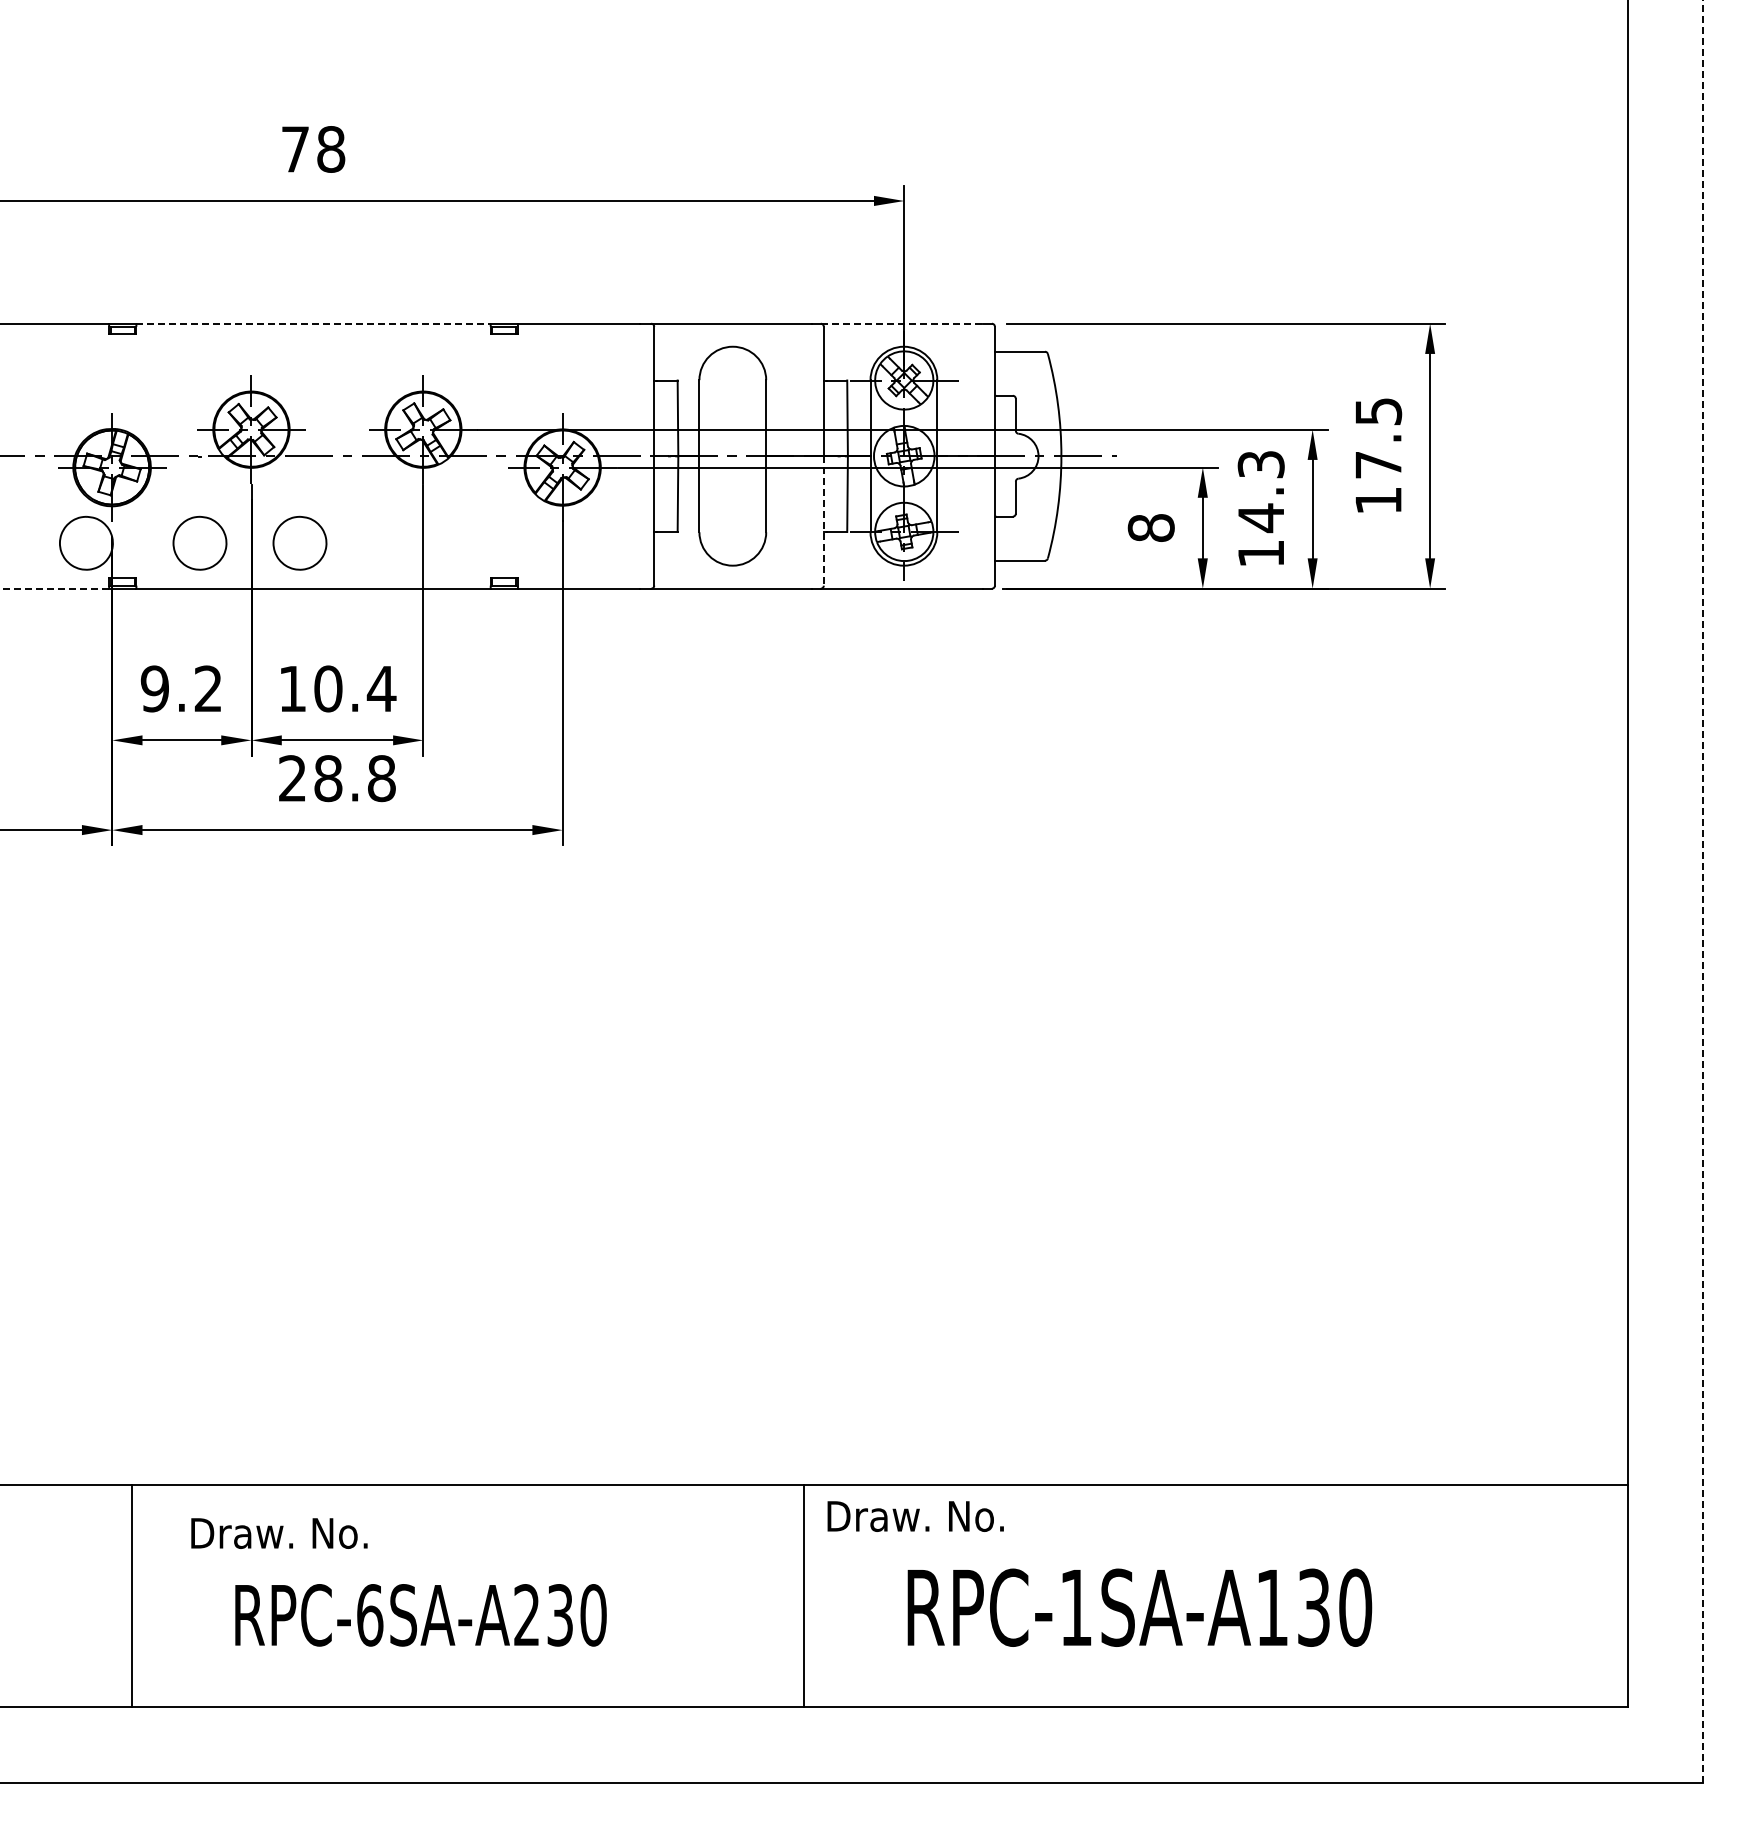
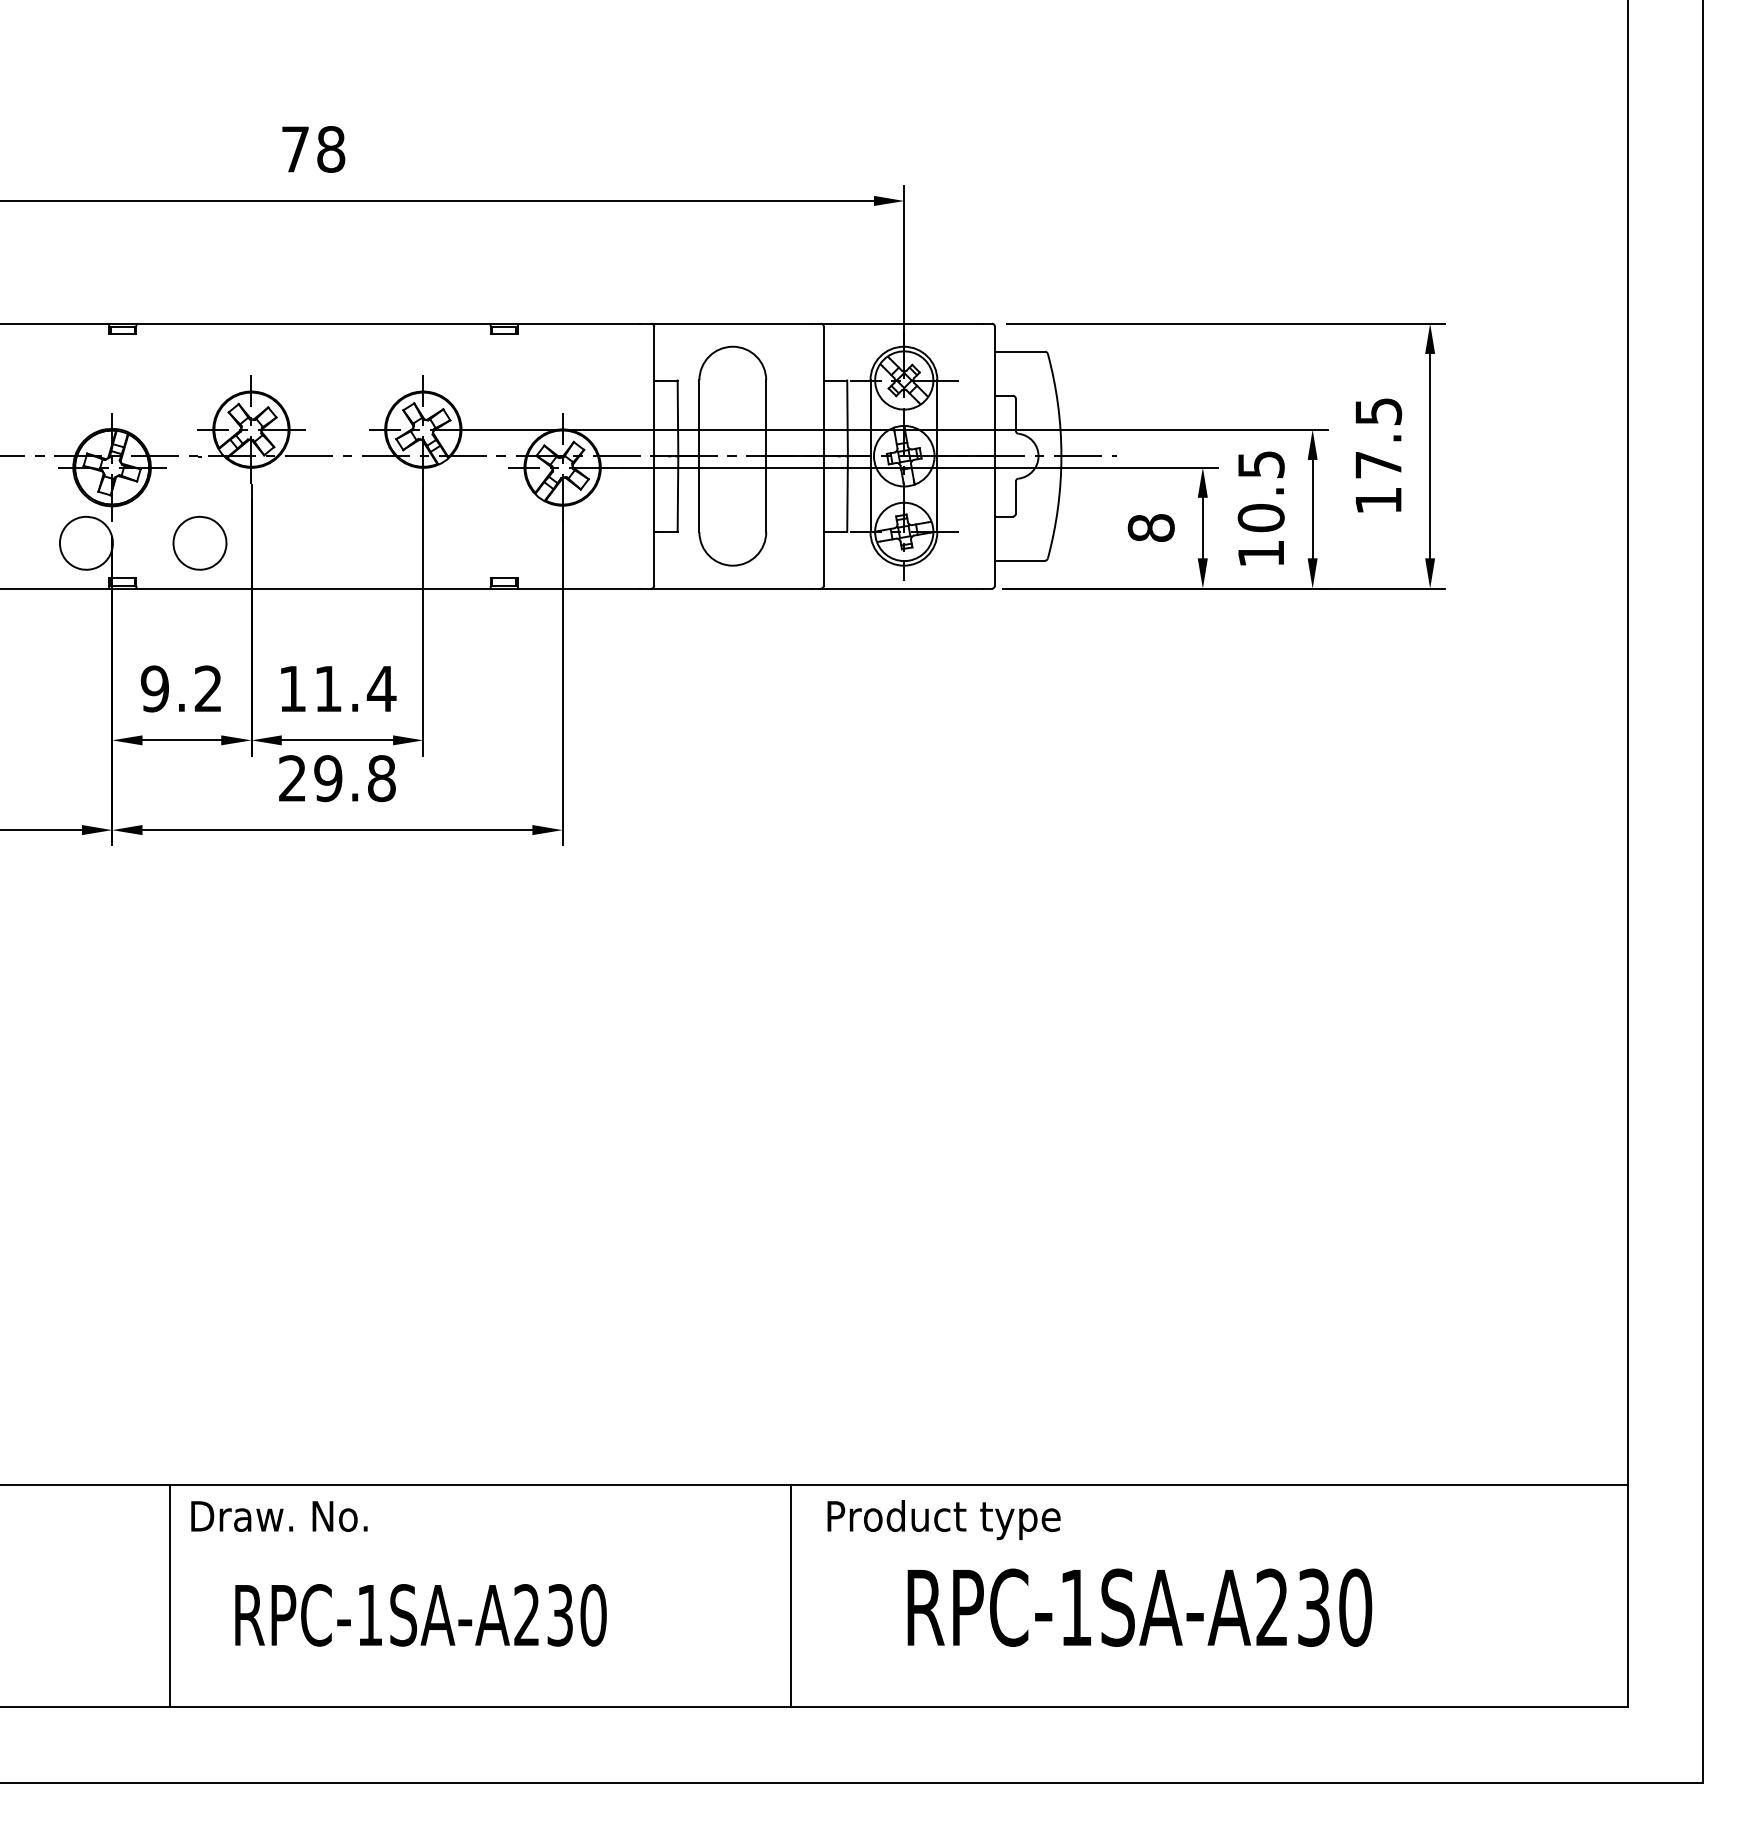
line at (314, 323): dashed -> solid
line at (902, 323): dashed -> solid
text at (1260, 492): 14.3 -> 10.5
line at (823, 520): dashed -> solid
part at (299, 542): present -> none
line at (54, 588): dashed -> solid
text at (328, 688): 10.4 -> 11.4
text at (328, 778): 28.8 -> 29.8
line at (1703, 891): dashed -> solid
text at (945, 1520): Draw. No. -> Product type
text at (279, 1533) position: (279, 1533) -> (279, 1516)
line at (131, 1595) position: (131, 1595) -> (169, 1595)
line at (803, 1595) position: (803, 1595) -> (790, 1595)
text at (1271, 1606): RPC-1SA-A130 -> RPC-1SA-A230
text at (370, 1615): RPC-6SA-A230 -> RPC-1SA-A230
